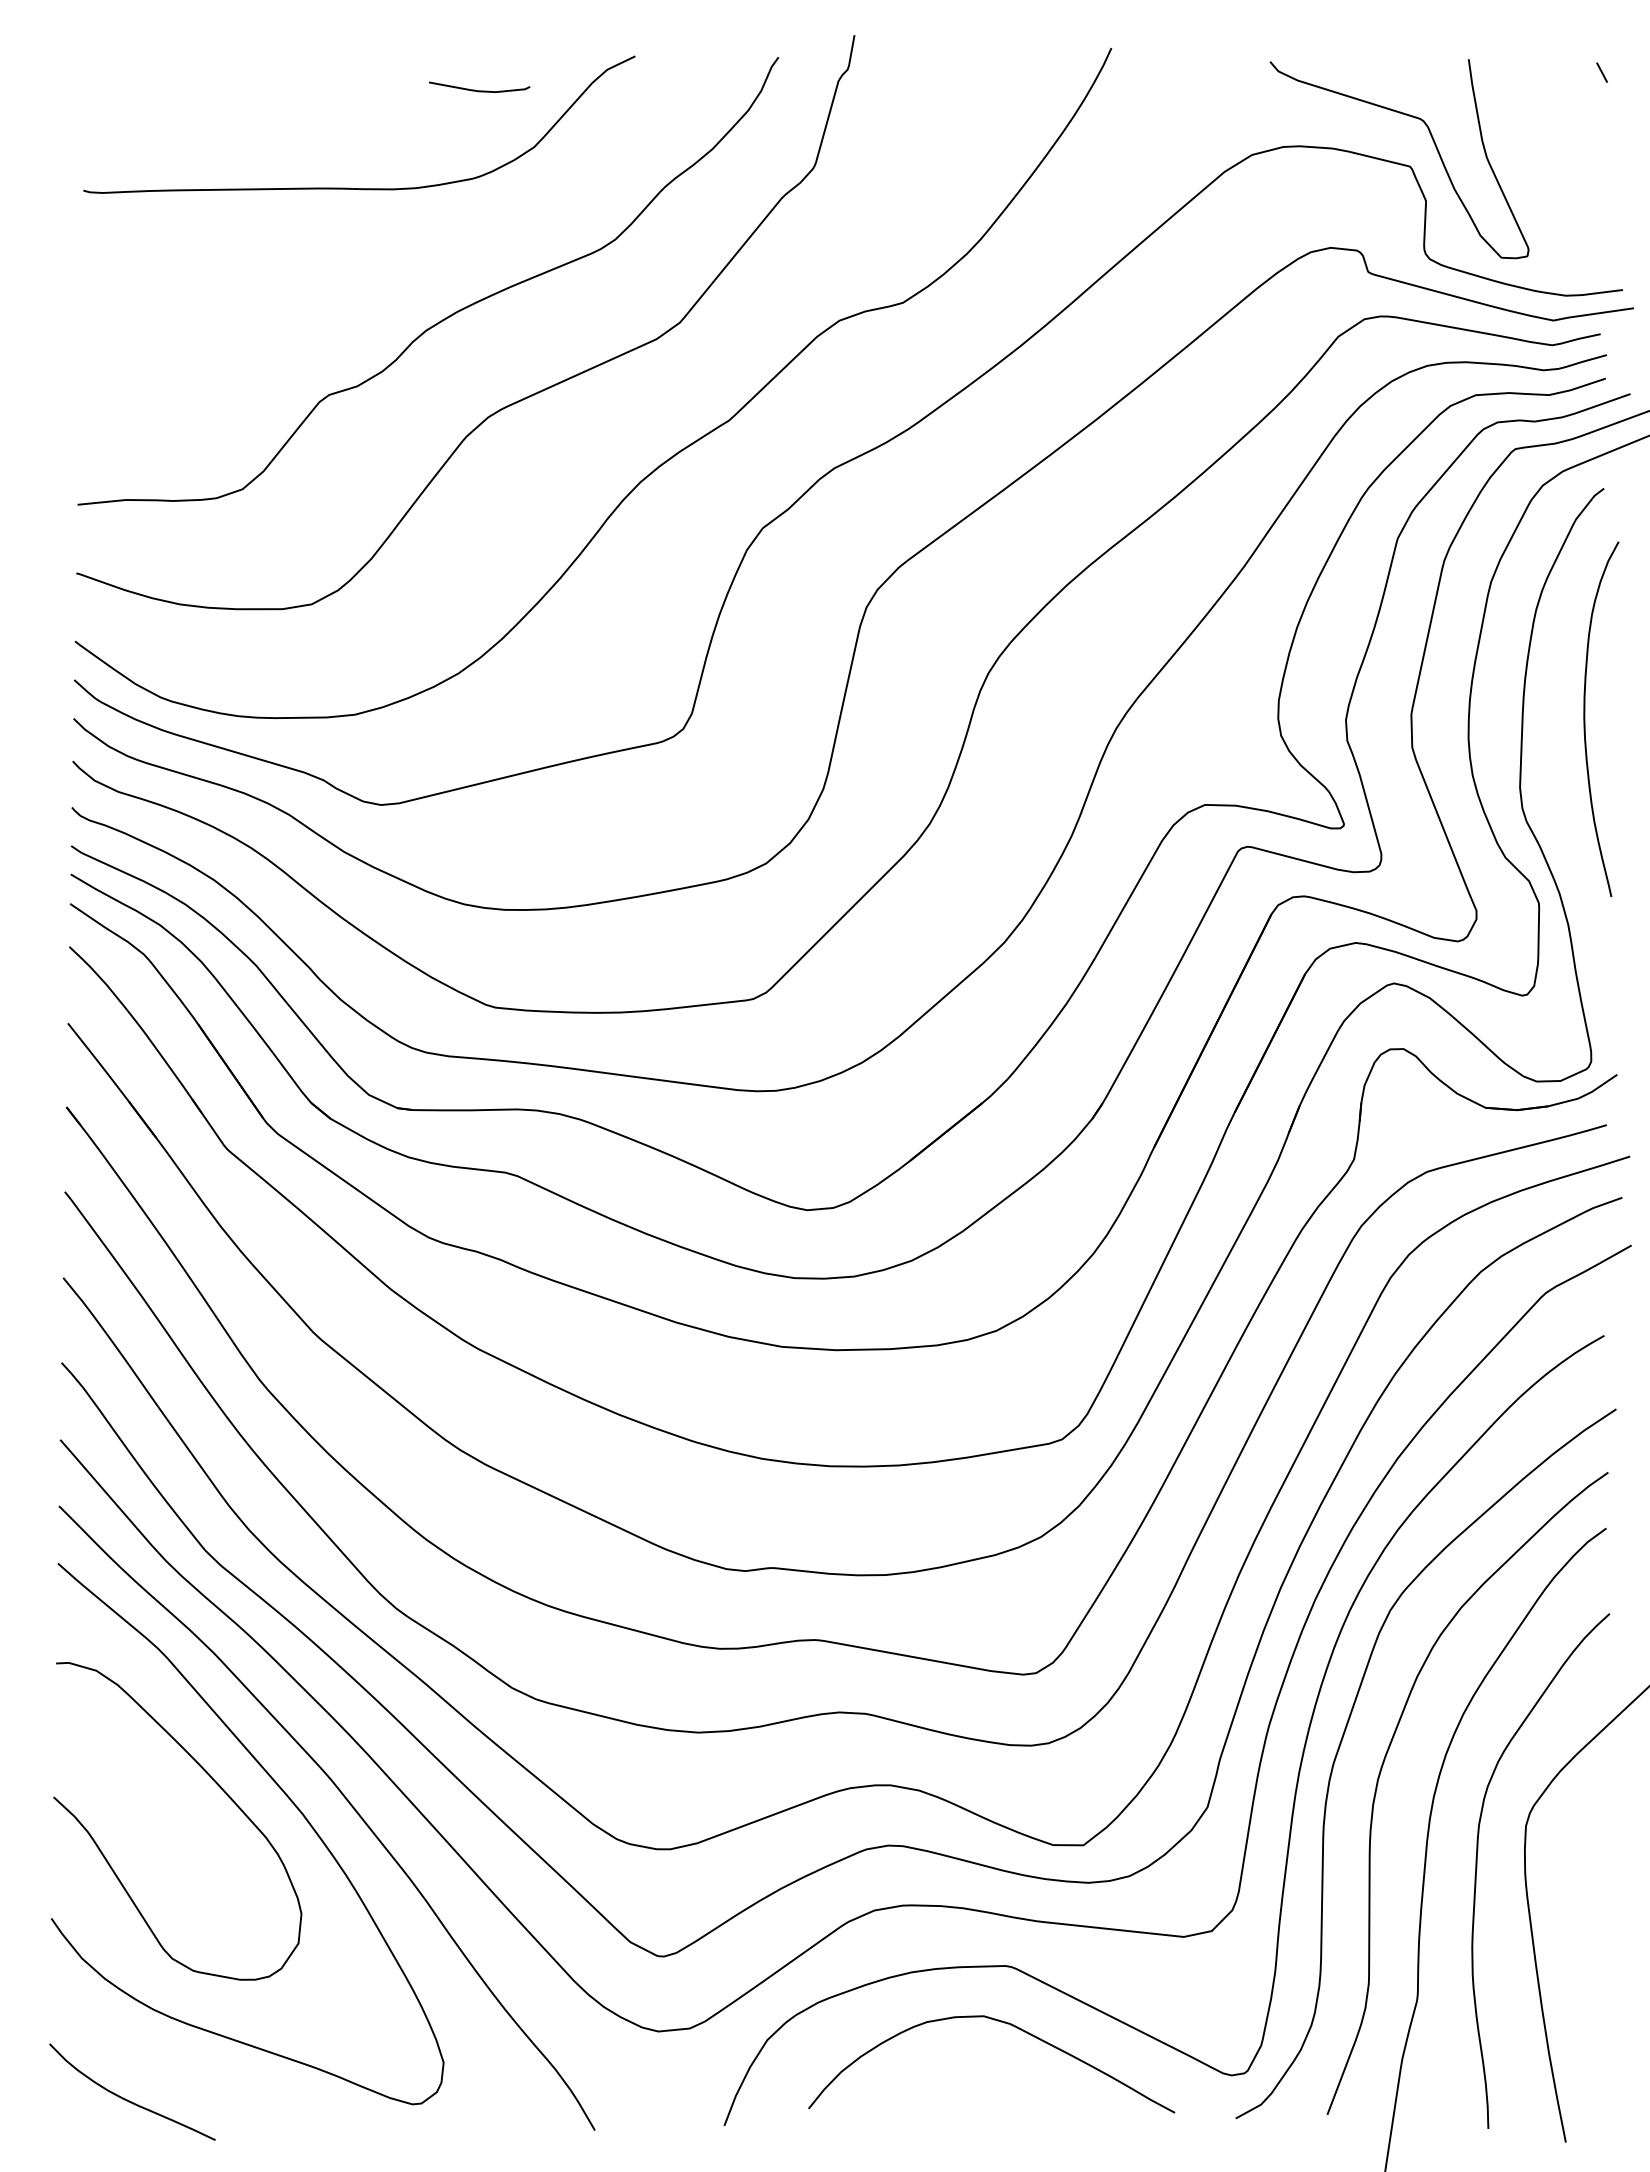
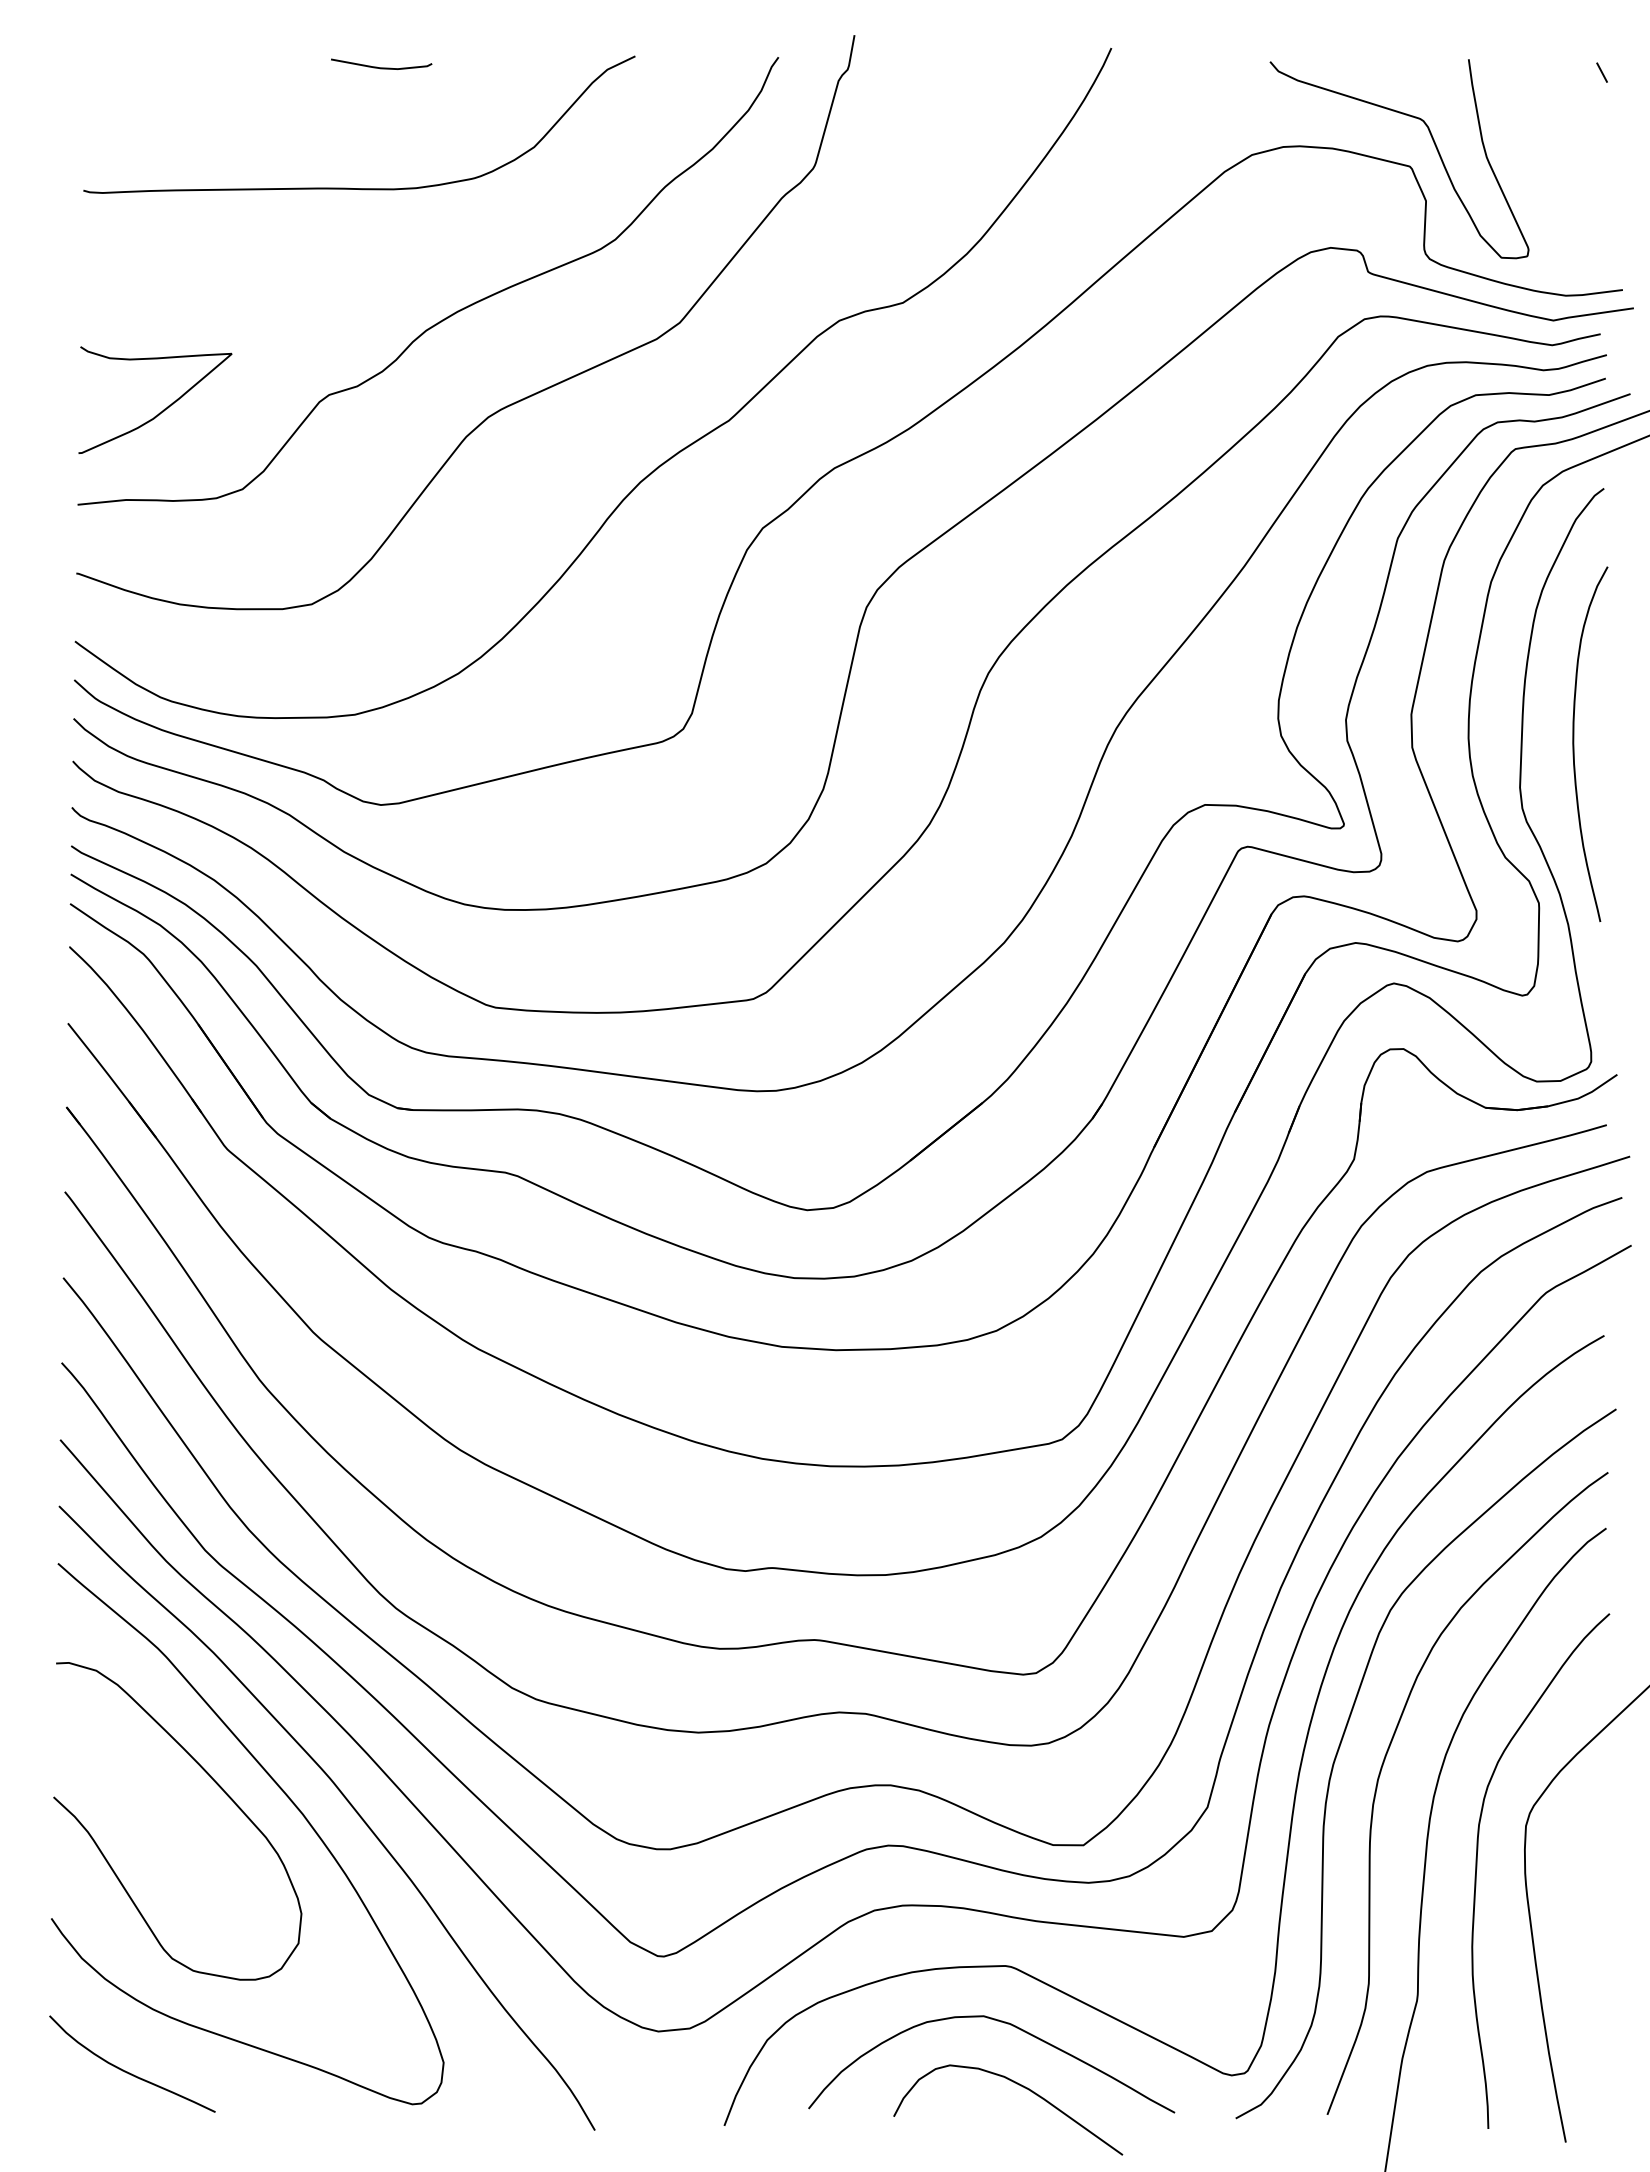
curve at (479, 90) position: (479, 90) -> (381, 67)
curve at (164, 408): none -> present
curve at (1585, 718) position: (1585, 718) -> (1574, 743)
curve at (1020, 2086): none -> present
curve at (127, 2099) position: (127, 2099) -> (127, 2071)
